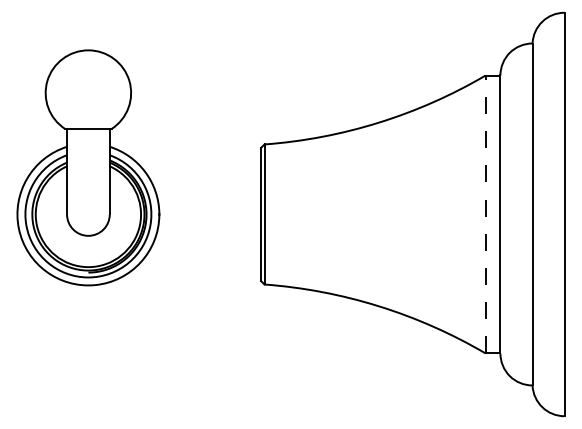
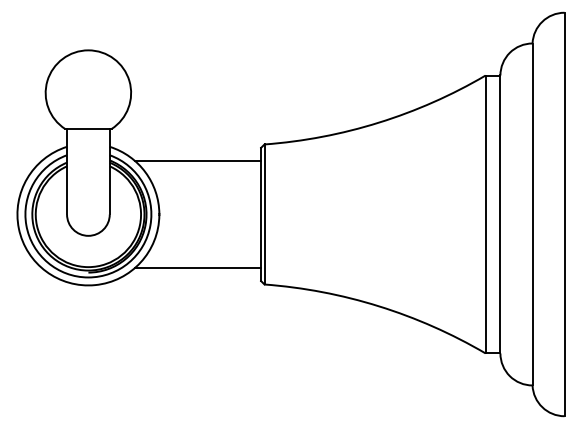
line at (197, 161): none -> present
line at (485, 214): dashed -> solid
line at (197, 267): none -> present
